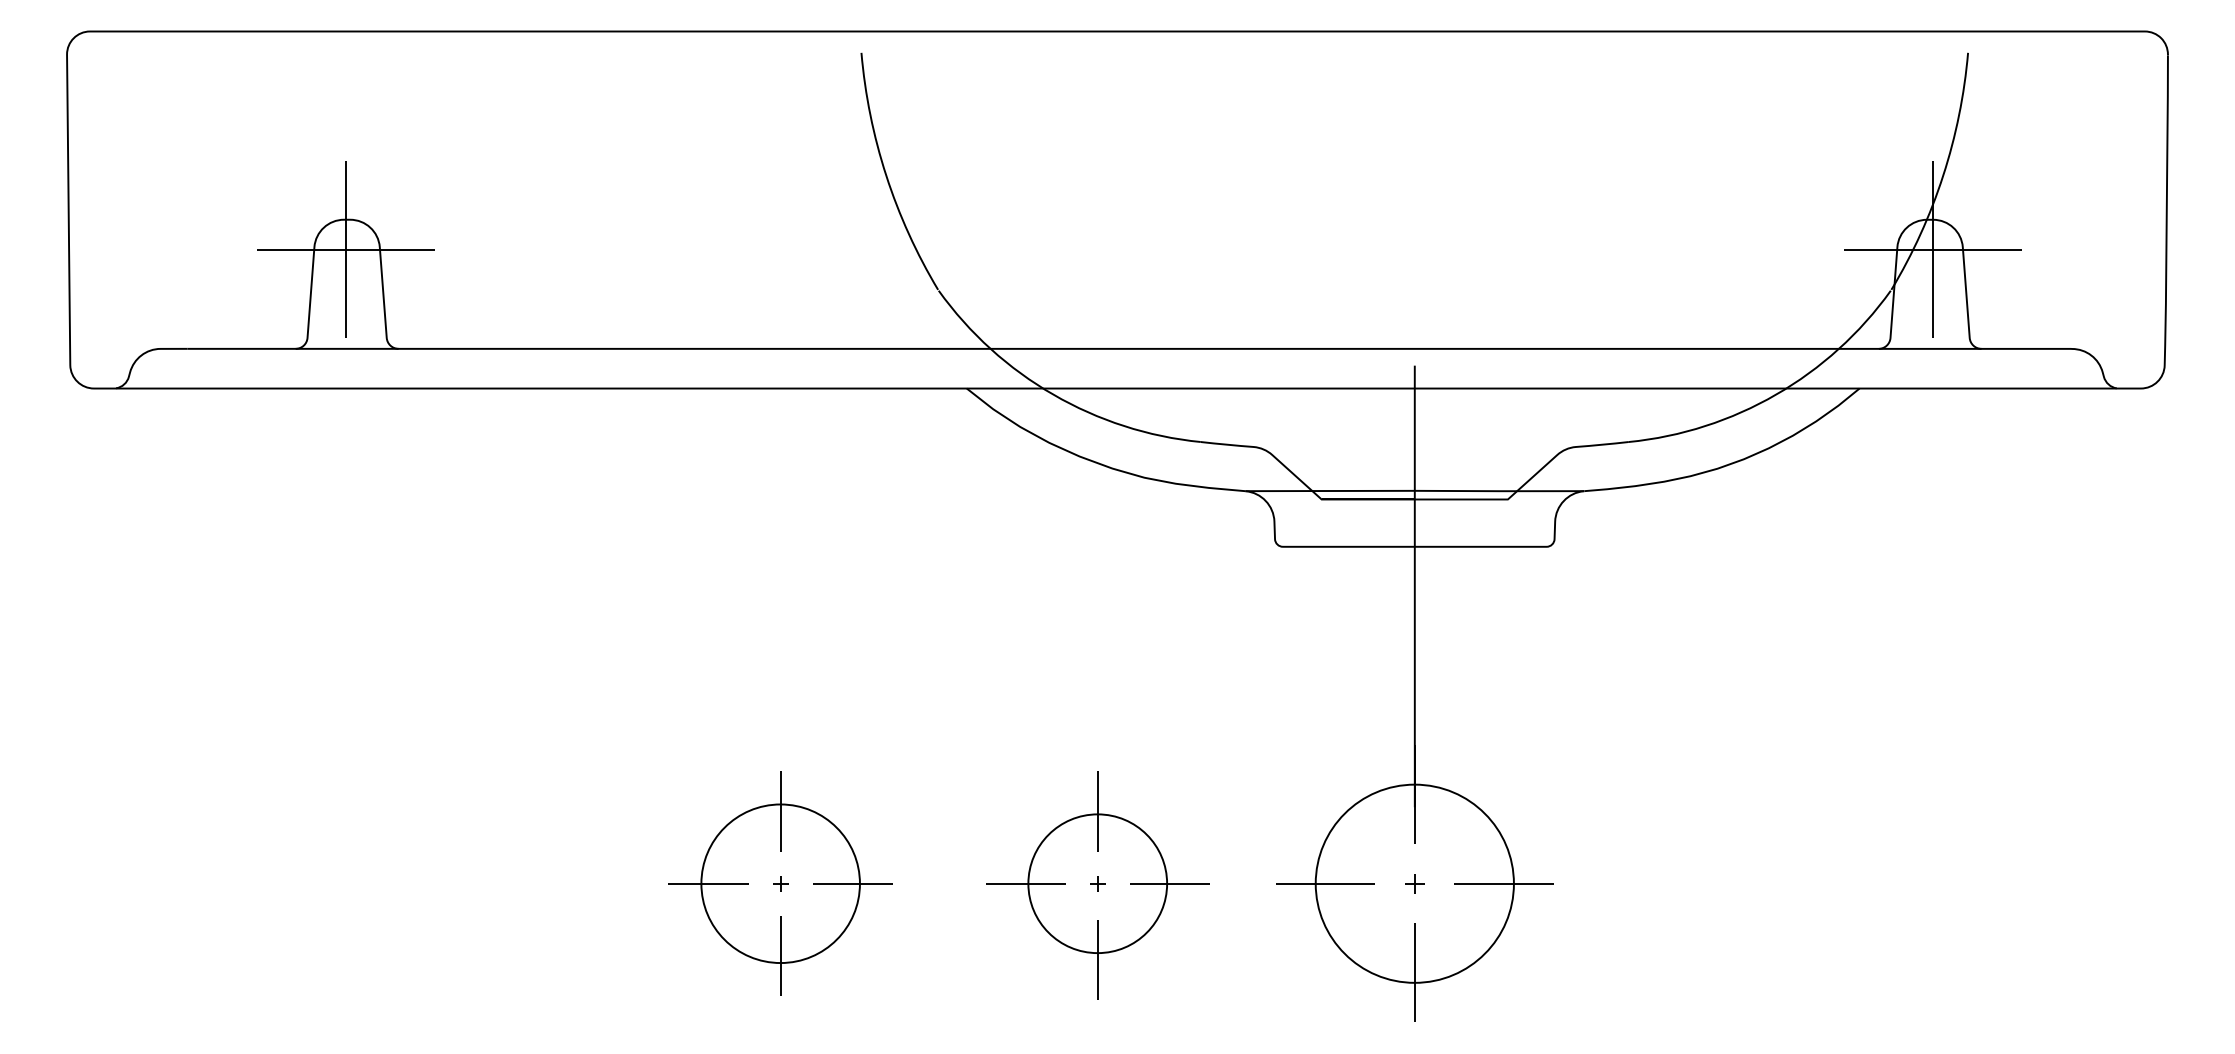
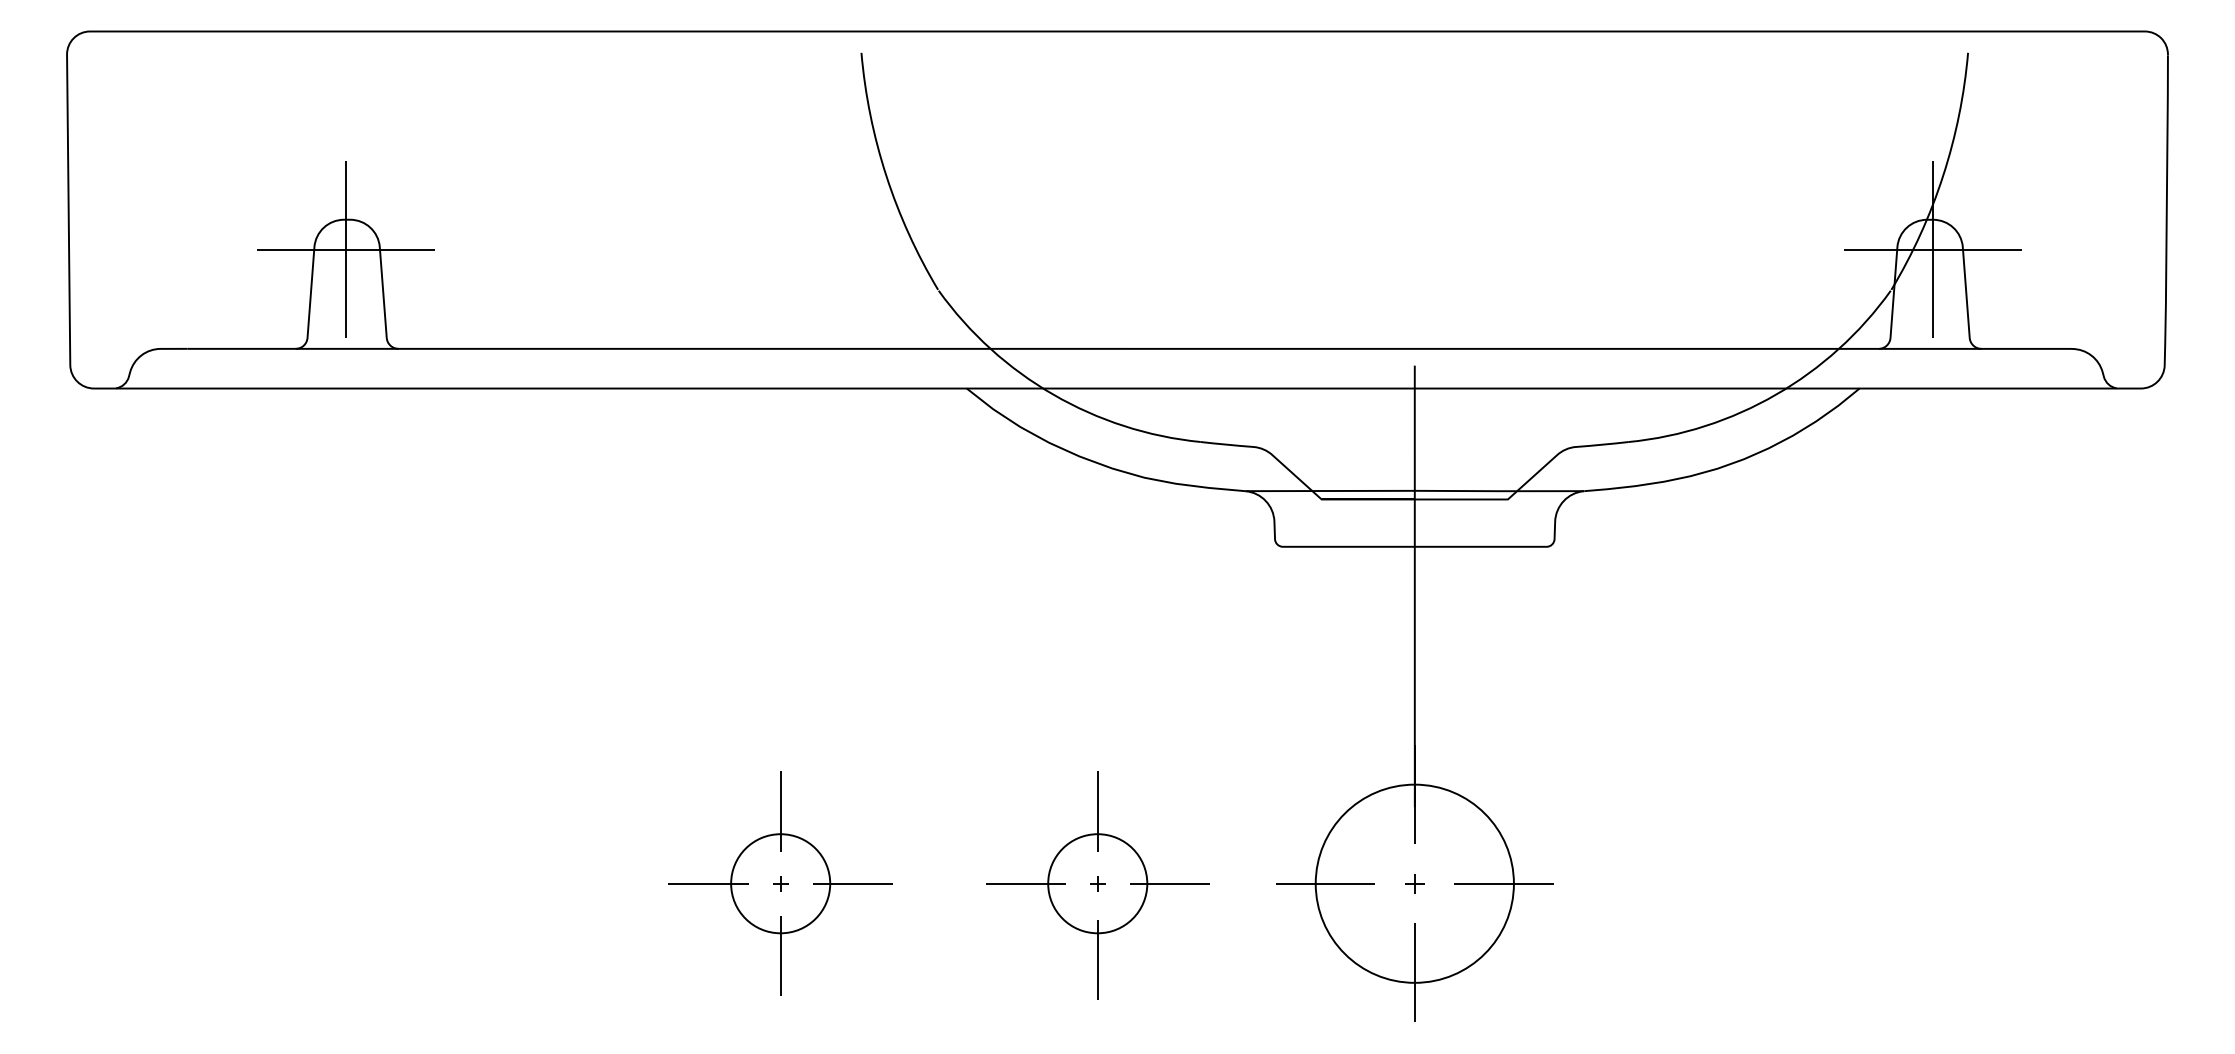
circle at (780, 883) diameter: 159 px -> 99 px
circle at (1097, 883) diameter: 139 px -> 99 px
